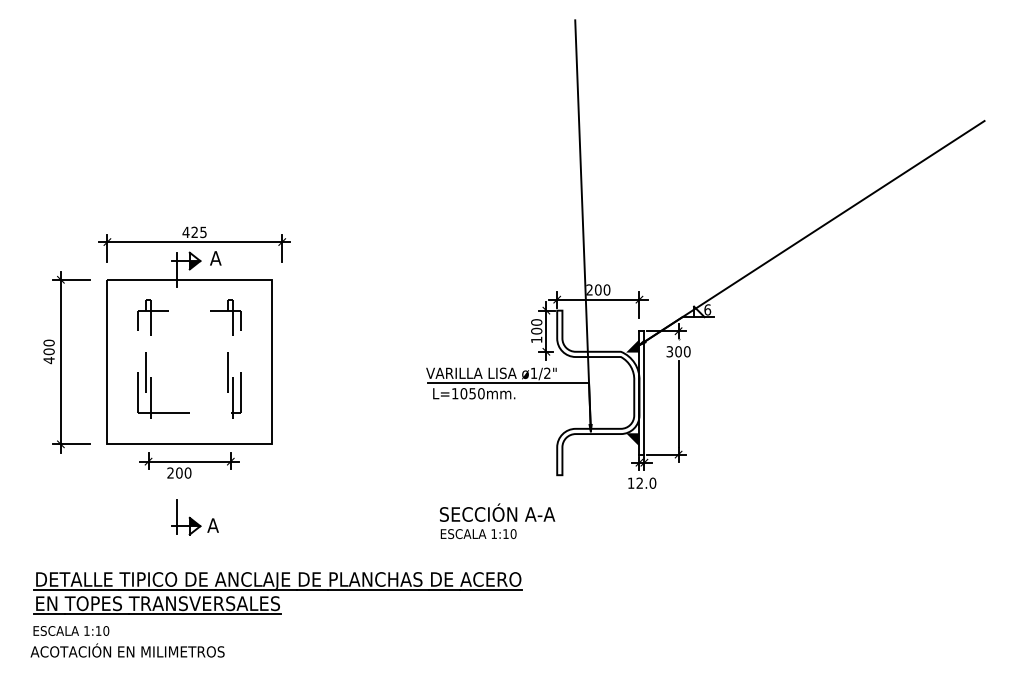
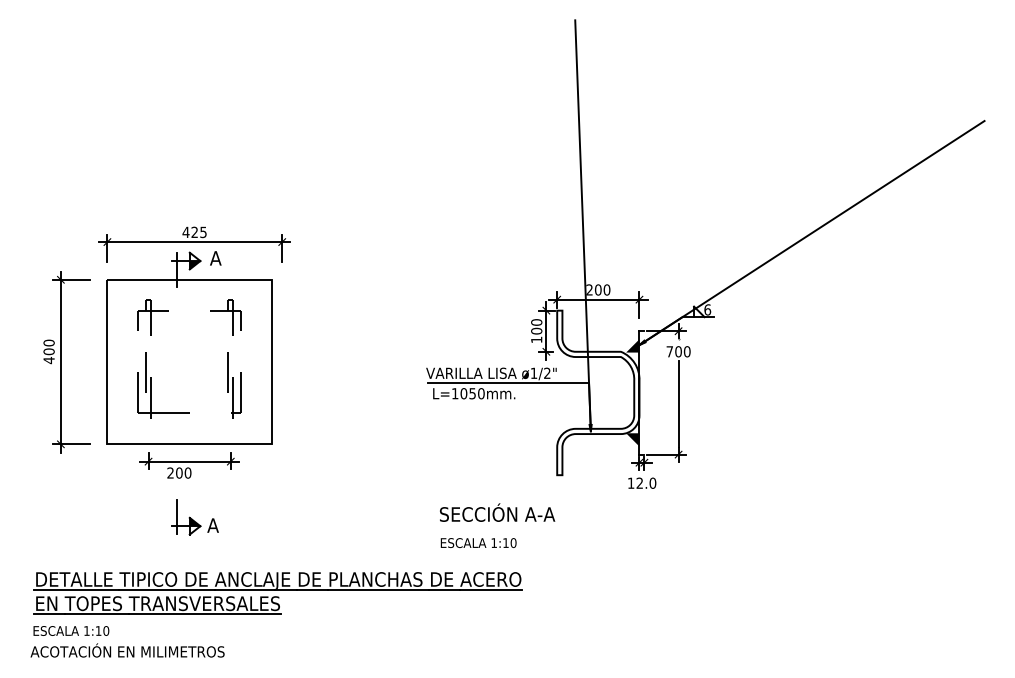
text at (669, 351): 300 -> 700
line at (644, 392): present -> none
text at (478, 533) position: (478, 533) -> (478, 542)
